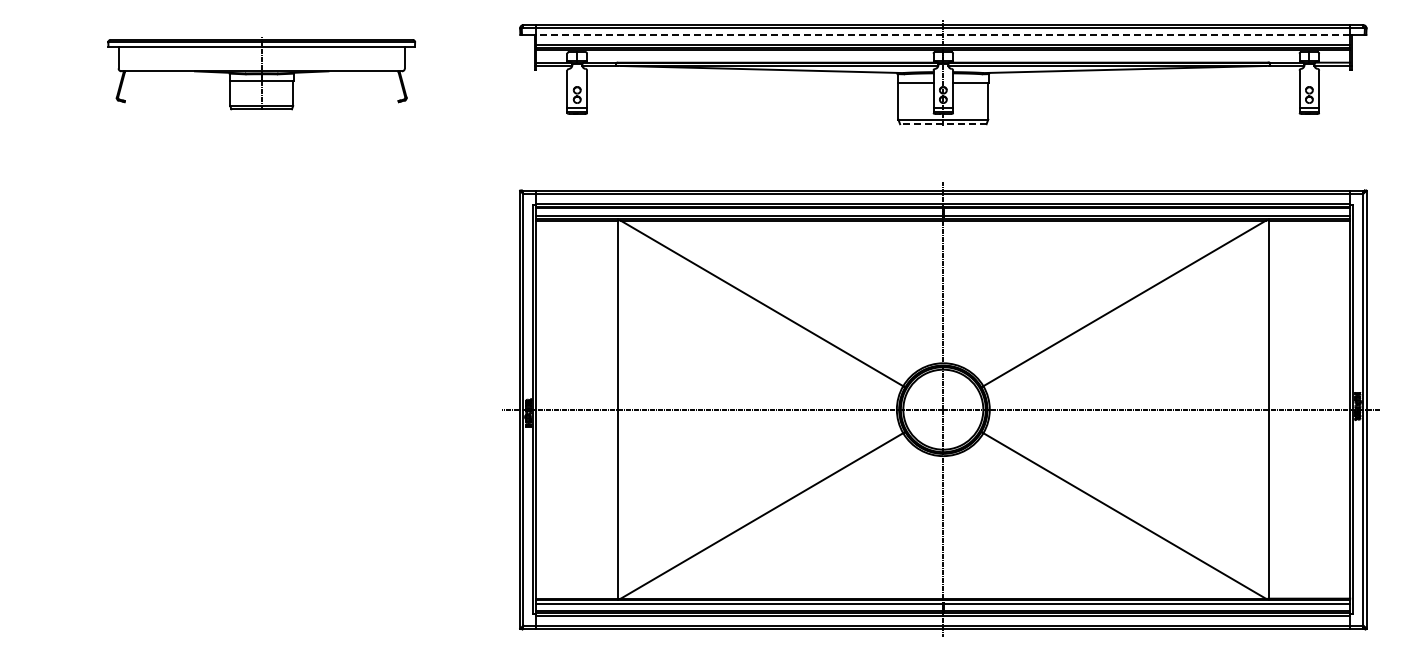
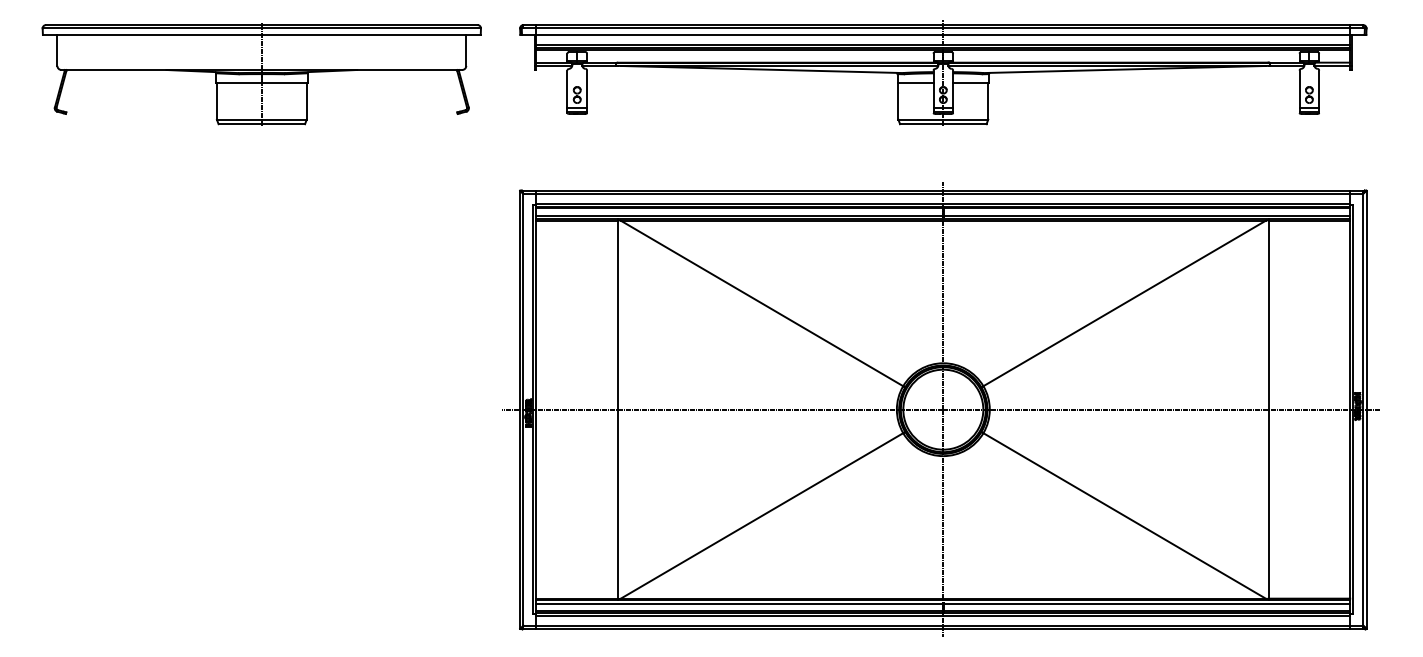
line at (943, 34): dashed -> solid
part at (261, 73) size: 309x74 px -> 441x103 px
line at (942, 124): dashed -> solid
